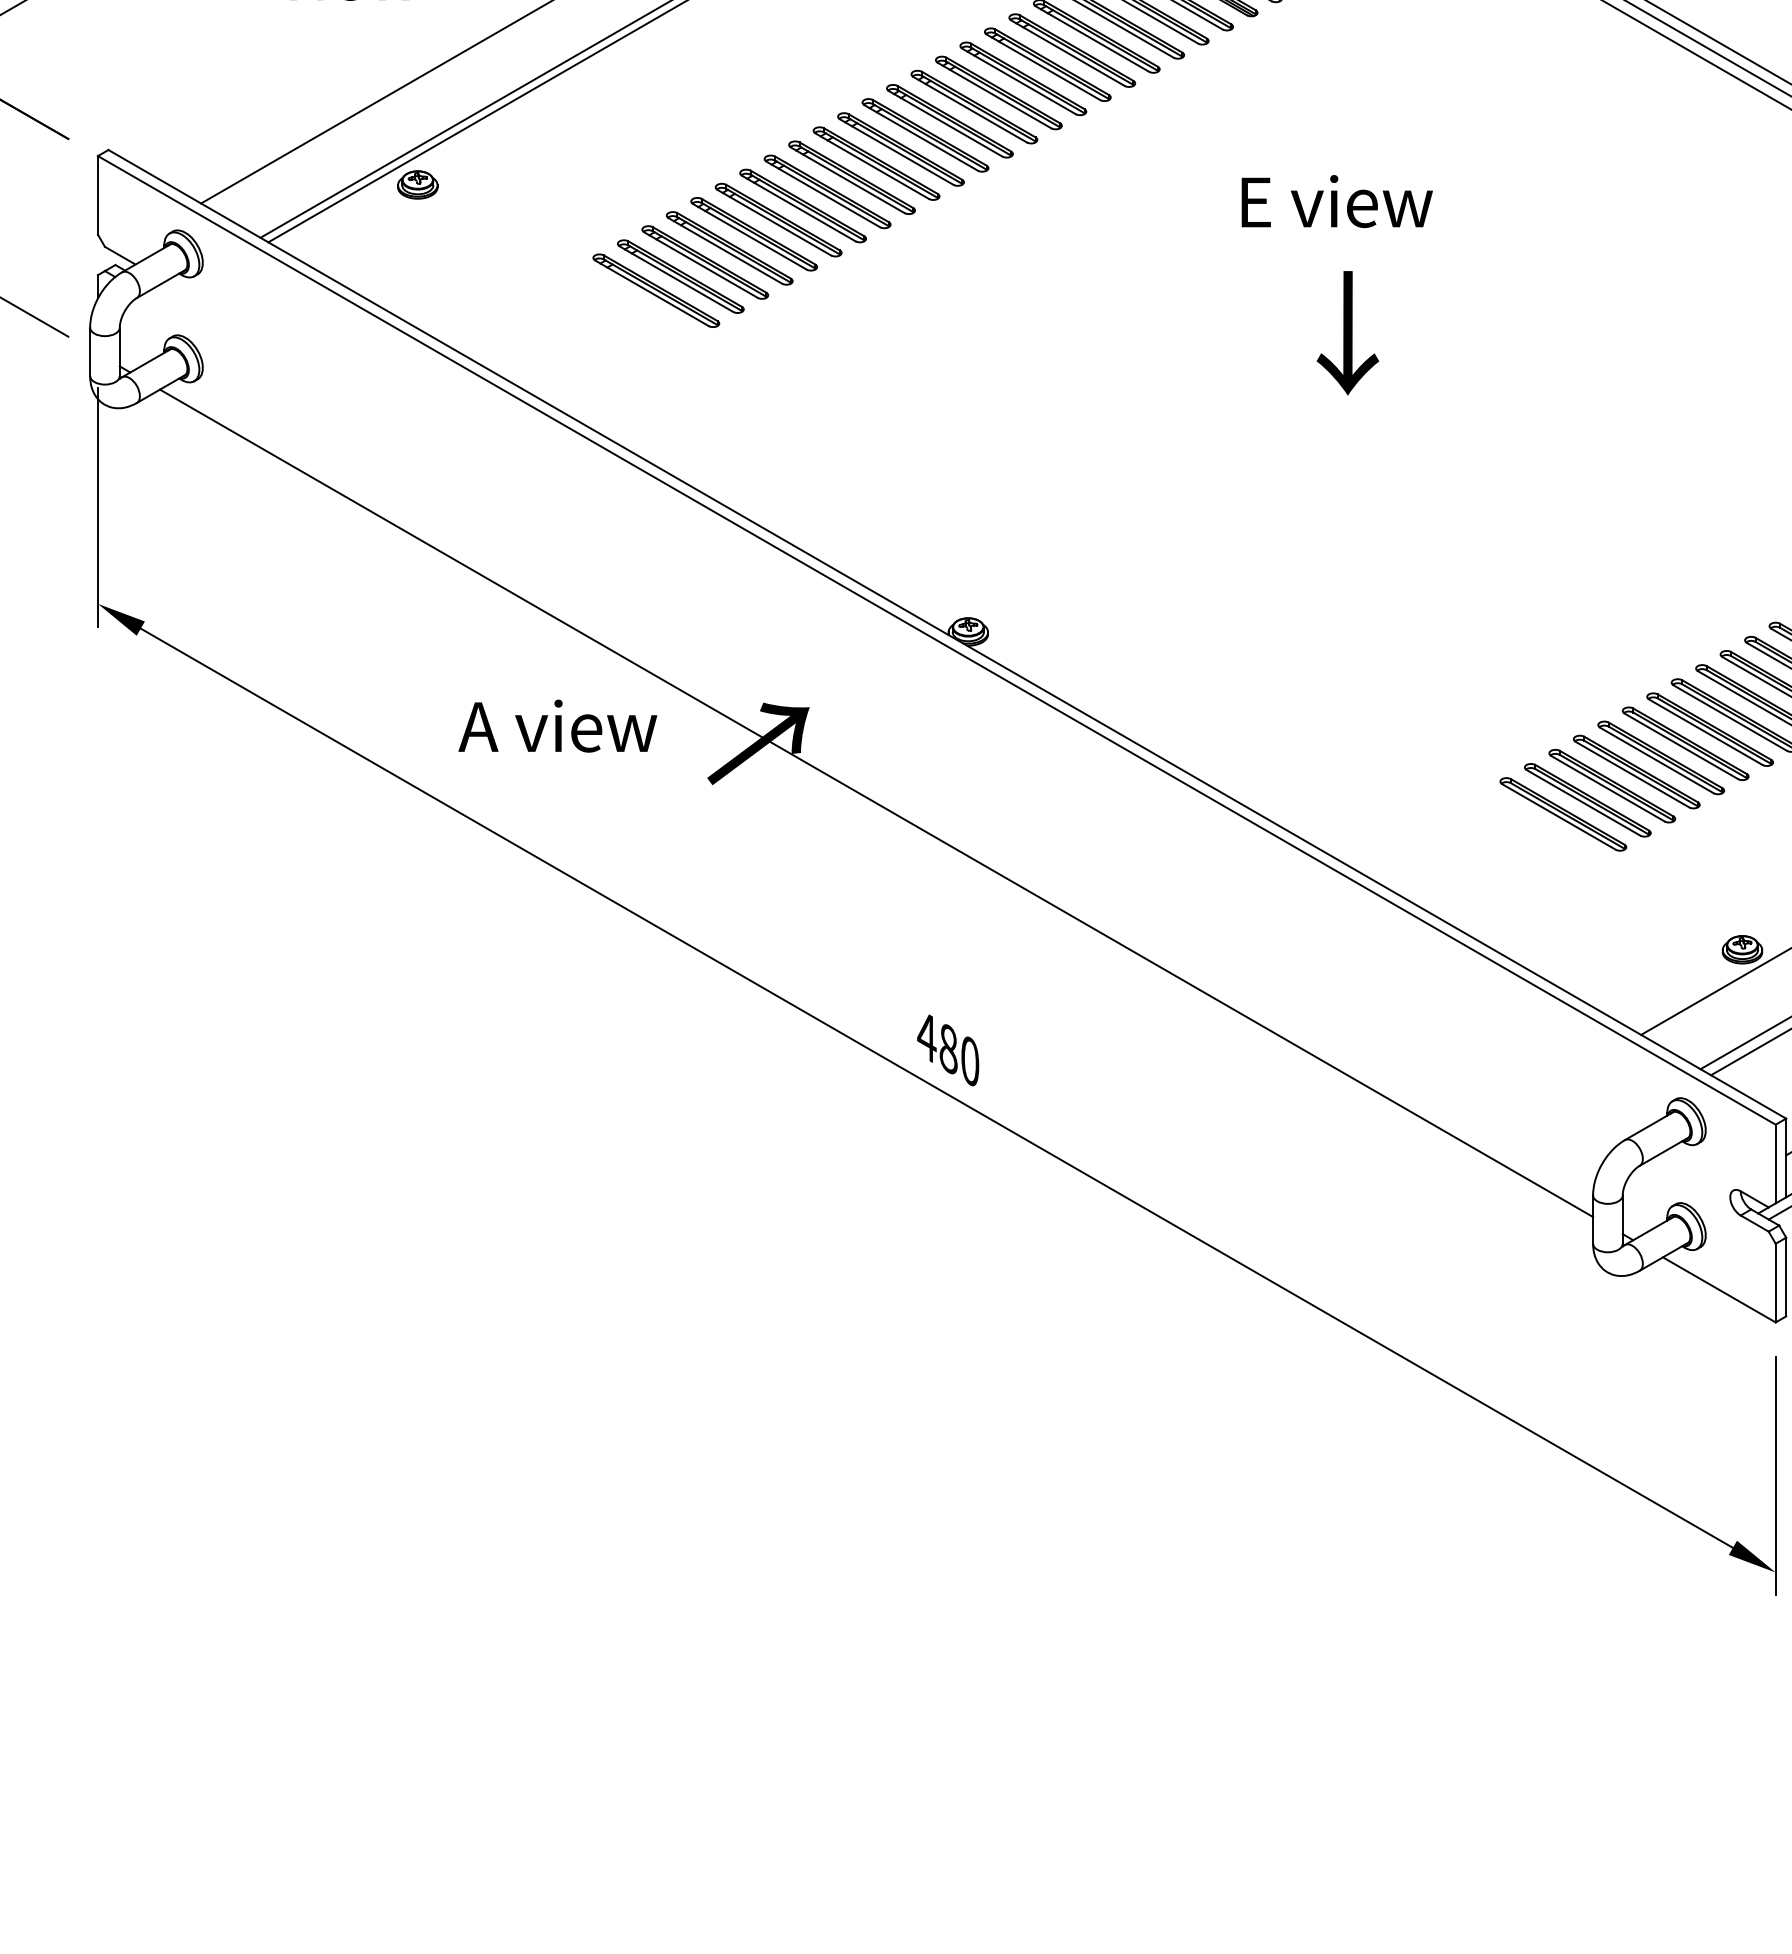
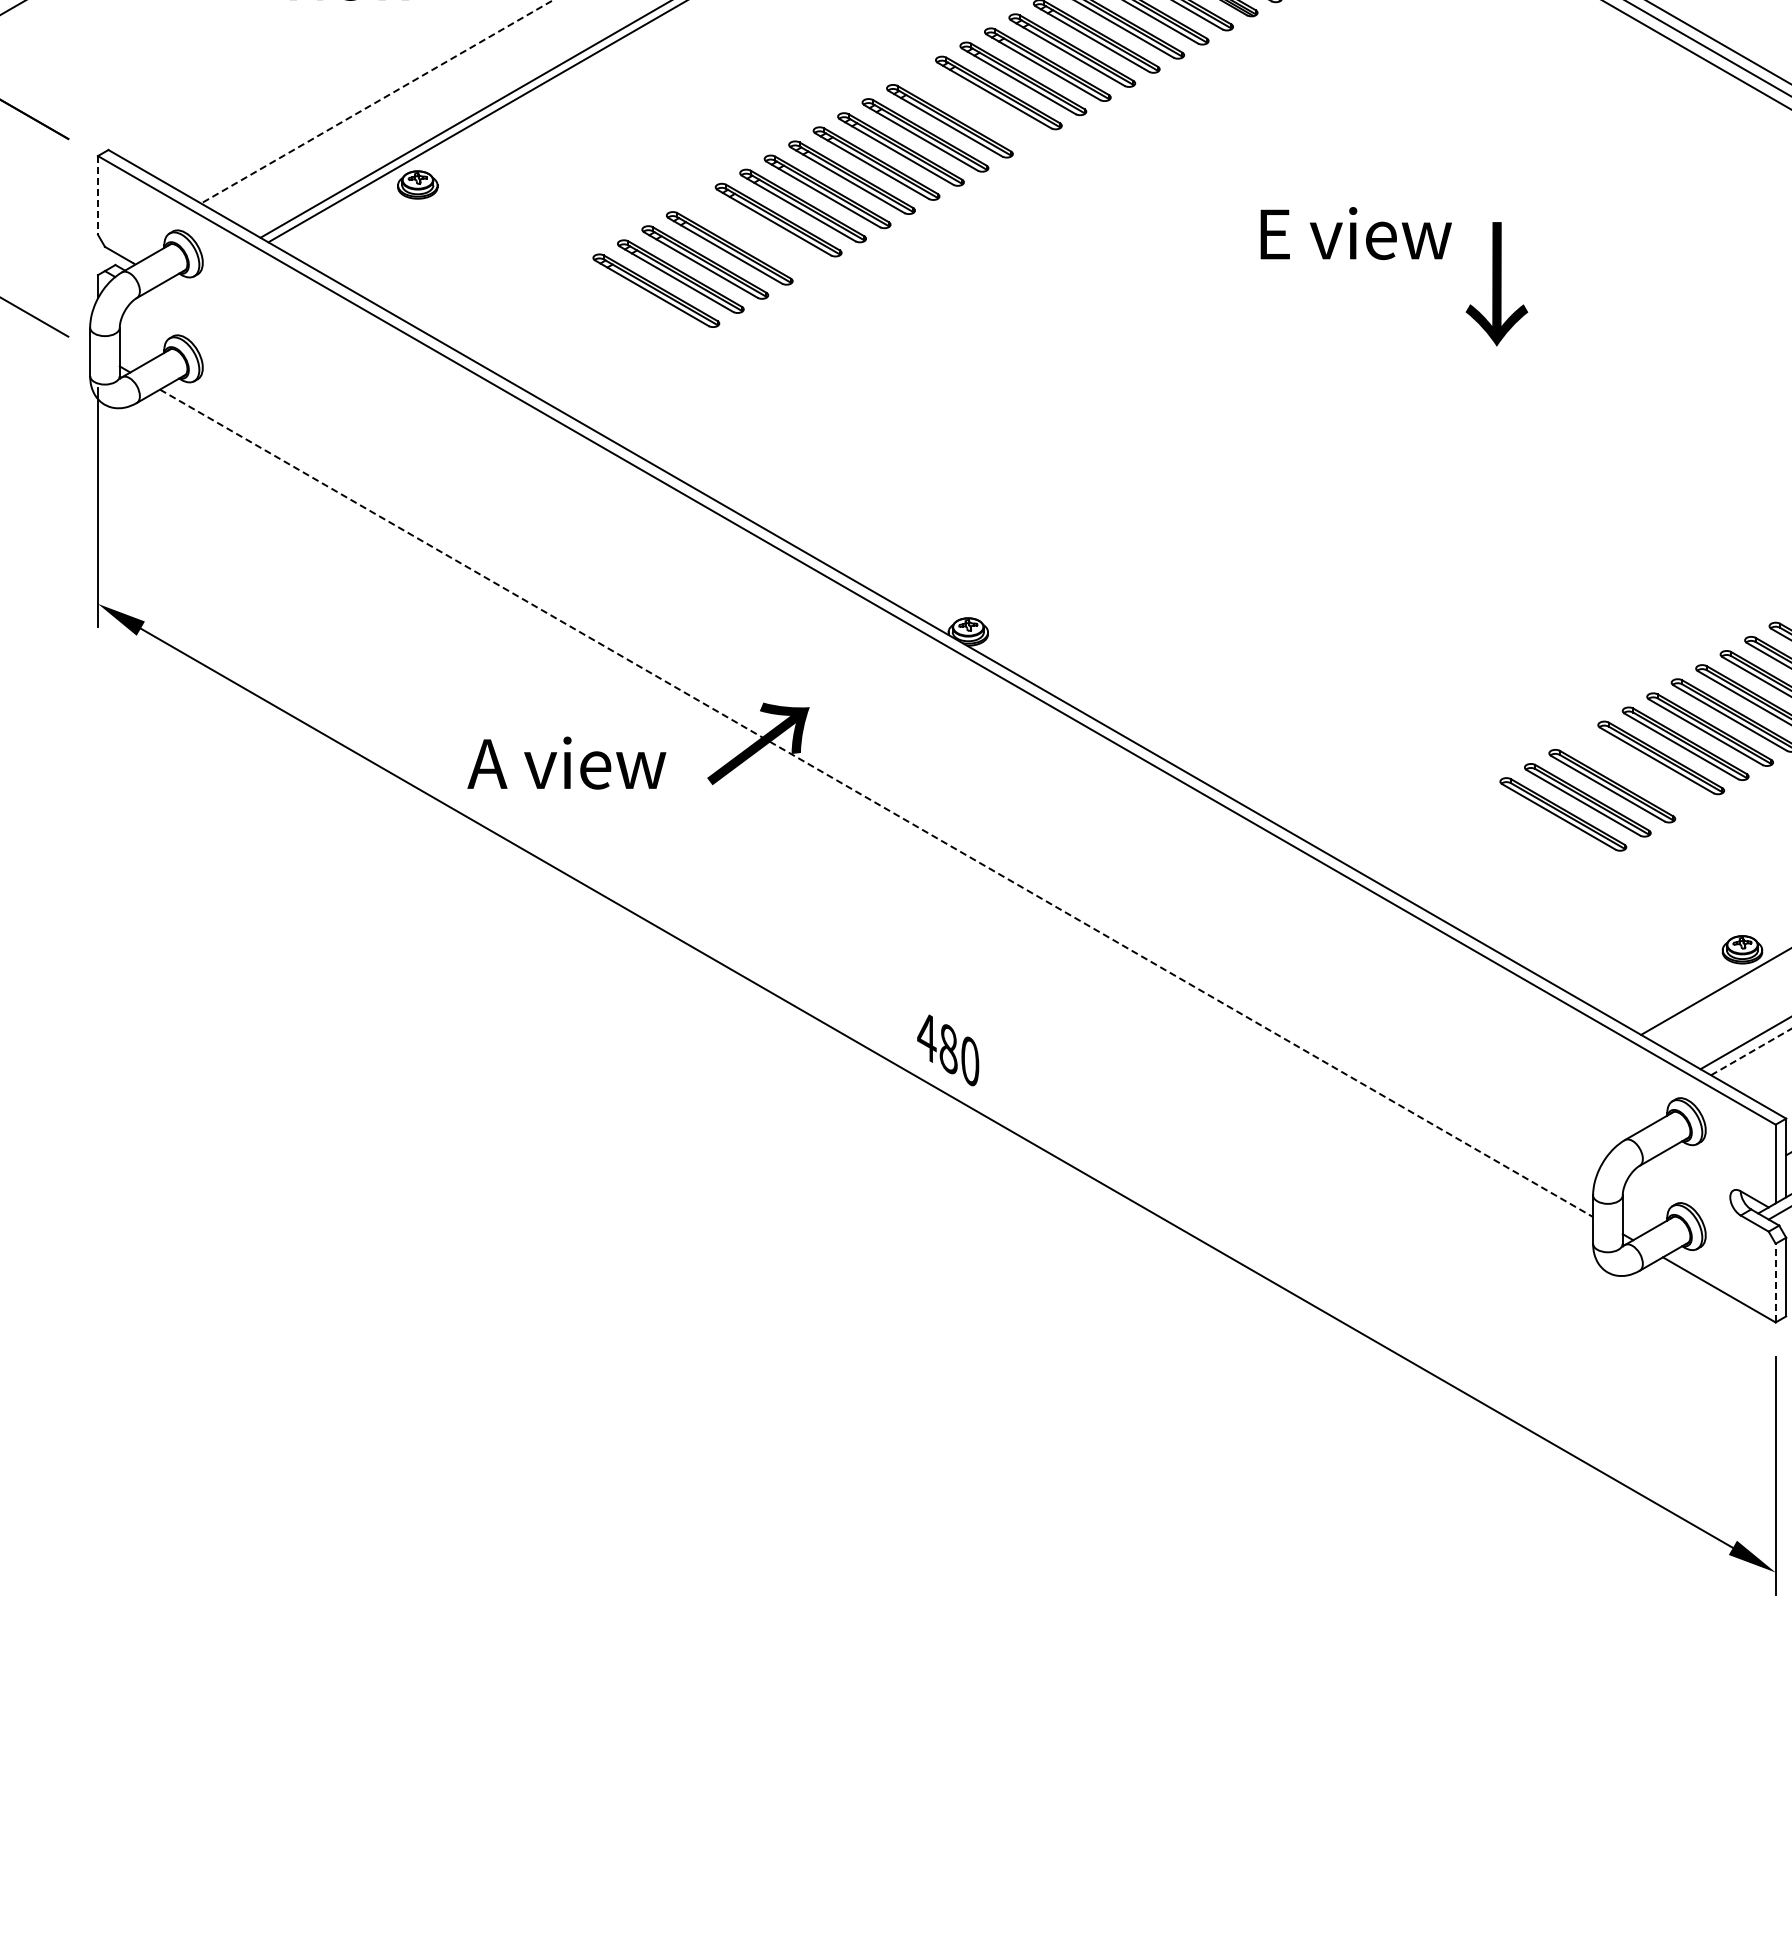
line at (376, 102): solid -> dashed
part at (974, 106): present -> none
line at (97, 195): solid -> dashed
text at (1336, 201) position: (1336, 201) -> (1355, 233)
part at (753, 234): present -> none
text at (1347, 333) position: (1347, 333) -> (1496, 284)
text at (557, 725) position: (557, 725) -> (566, 762)
part at (1636, 771): present -> none
line at (876, 803): solid -> dashed
line at (1751, 1051): solid -> dashed
line at (1775, 1282): solid -> dashed
